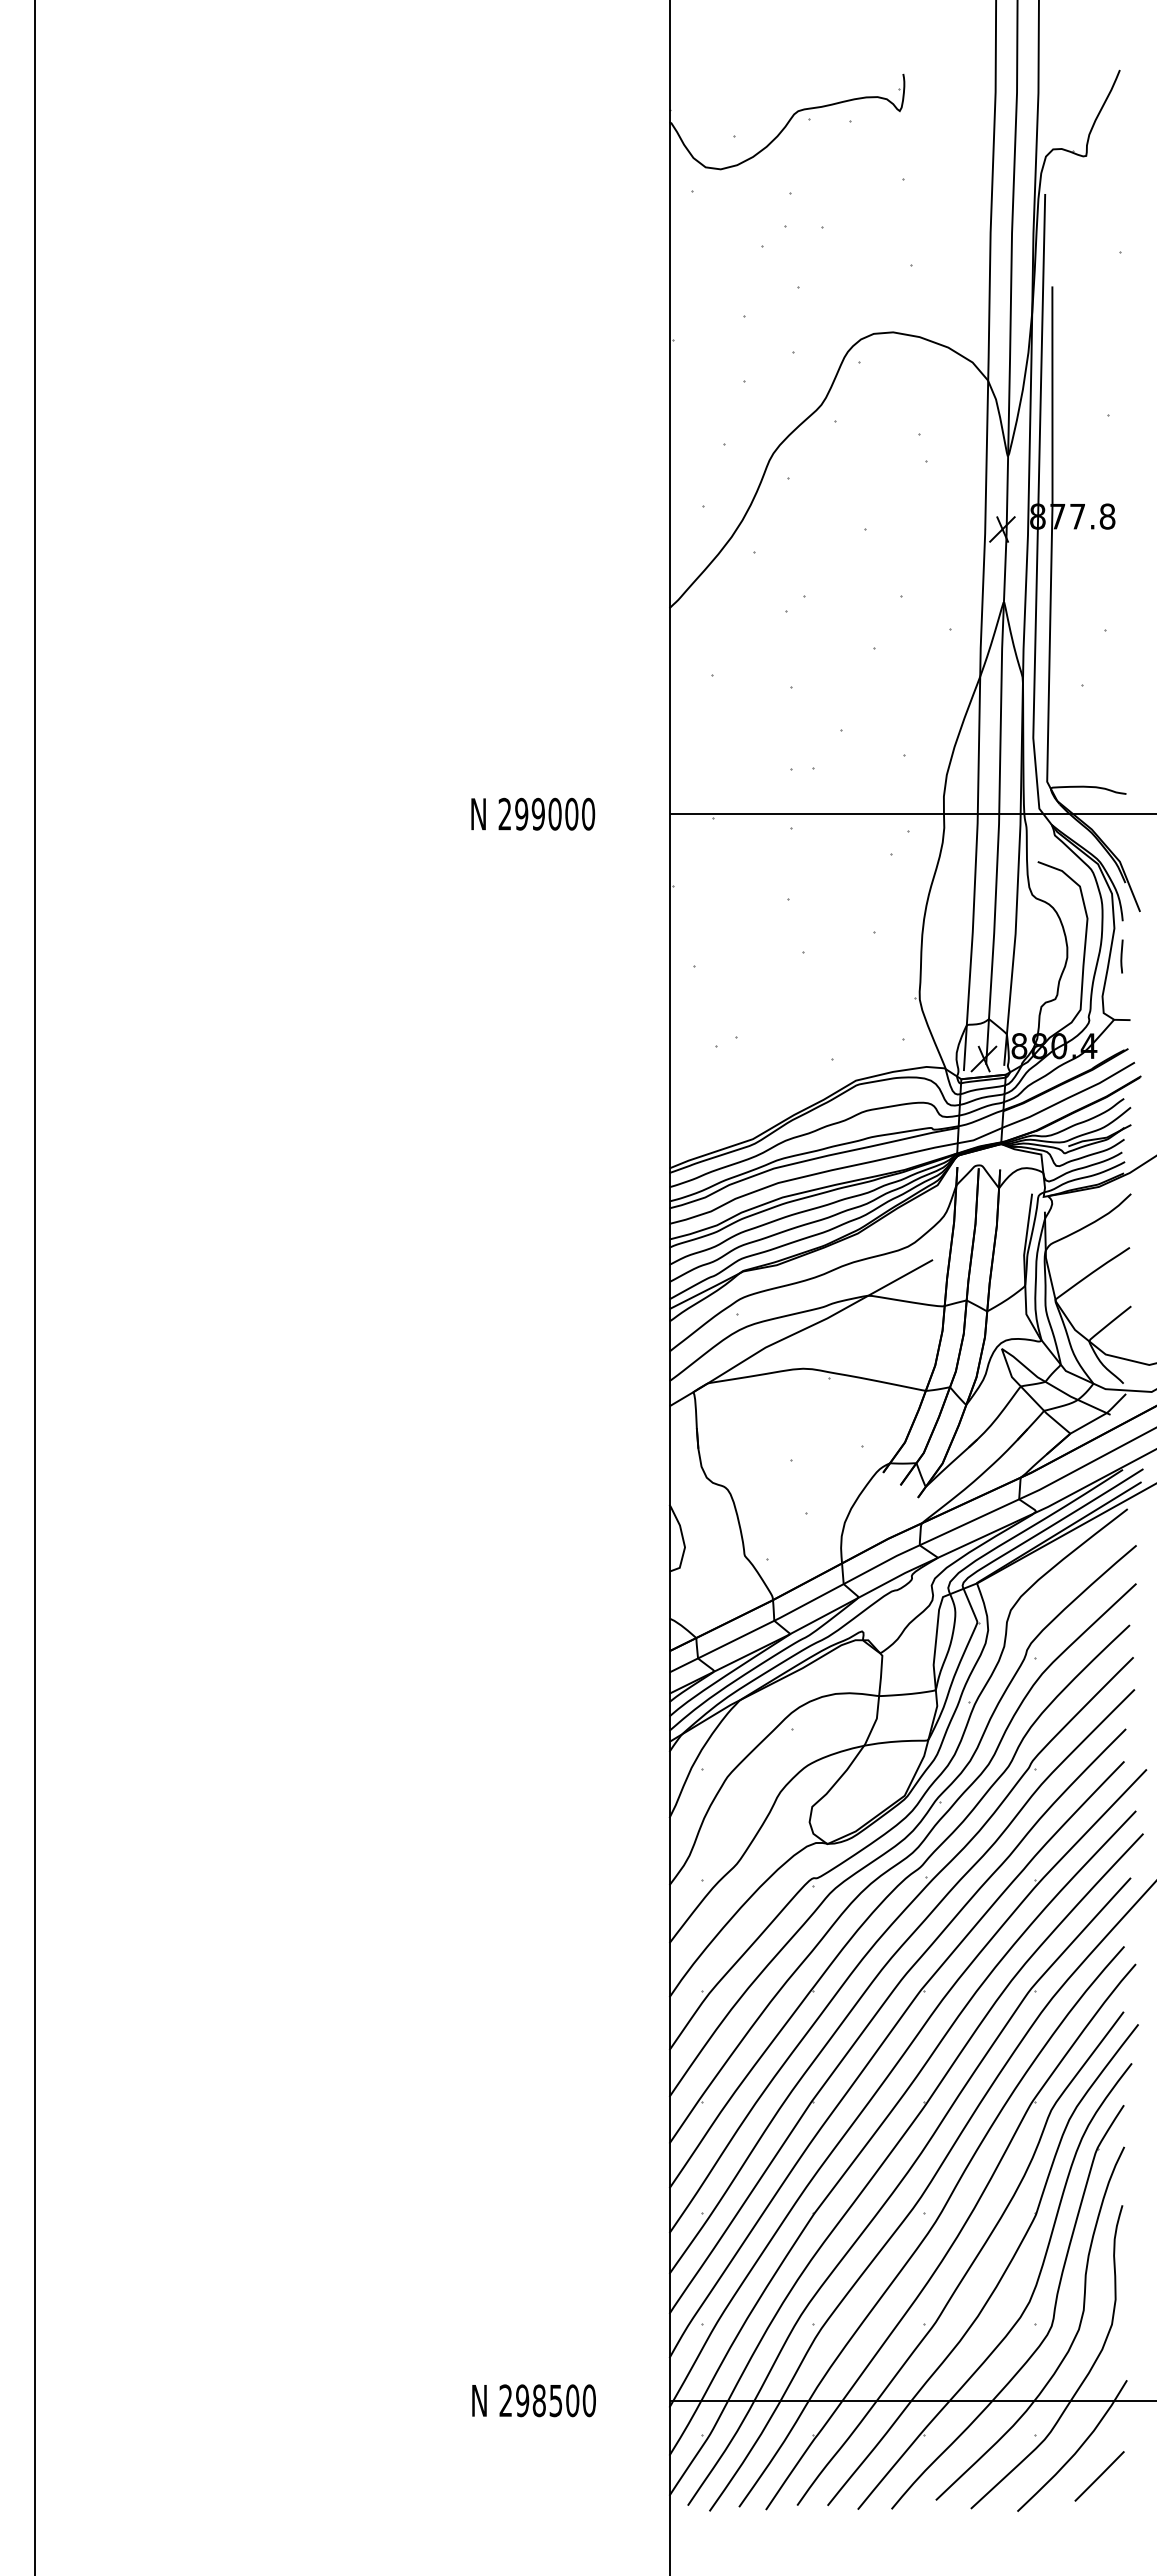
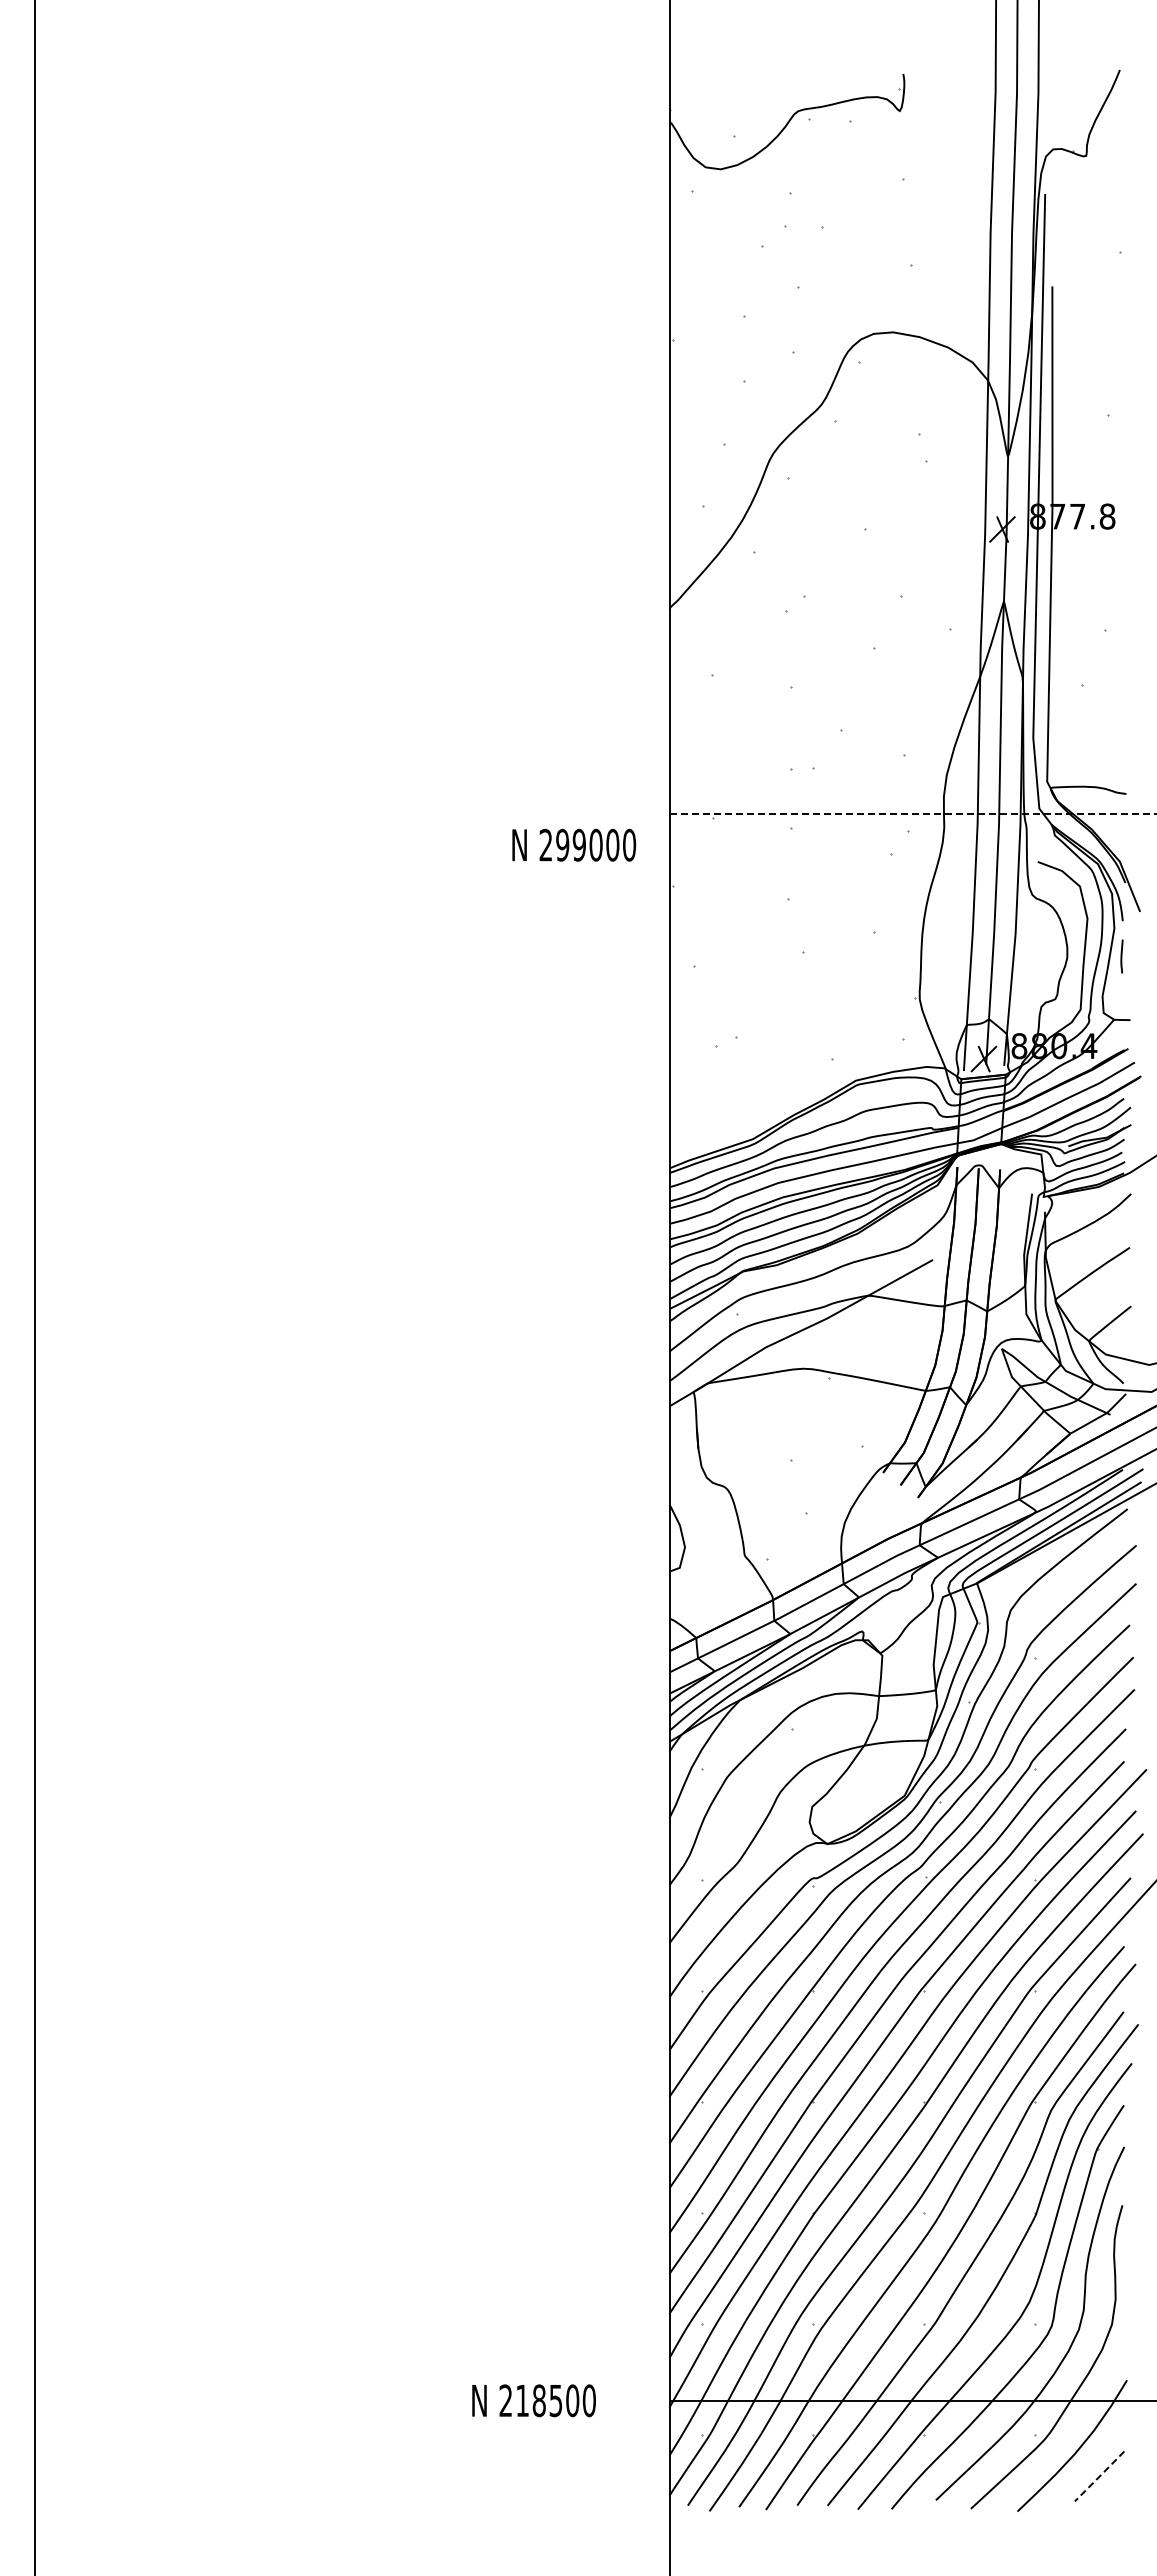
text at (533, 813) position: (533, 813) -> (574, 844)
line at (912, 814): solid -> dashed
text at (522, 2400): 298500 -> 218500
line at (1100, 2476): solid -> dashed
